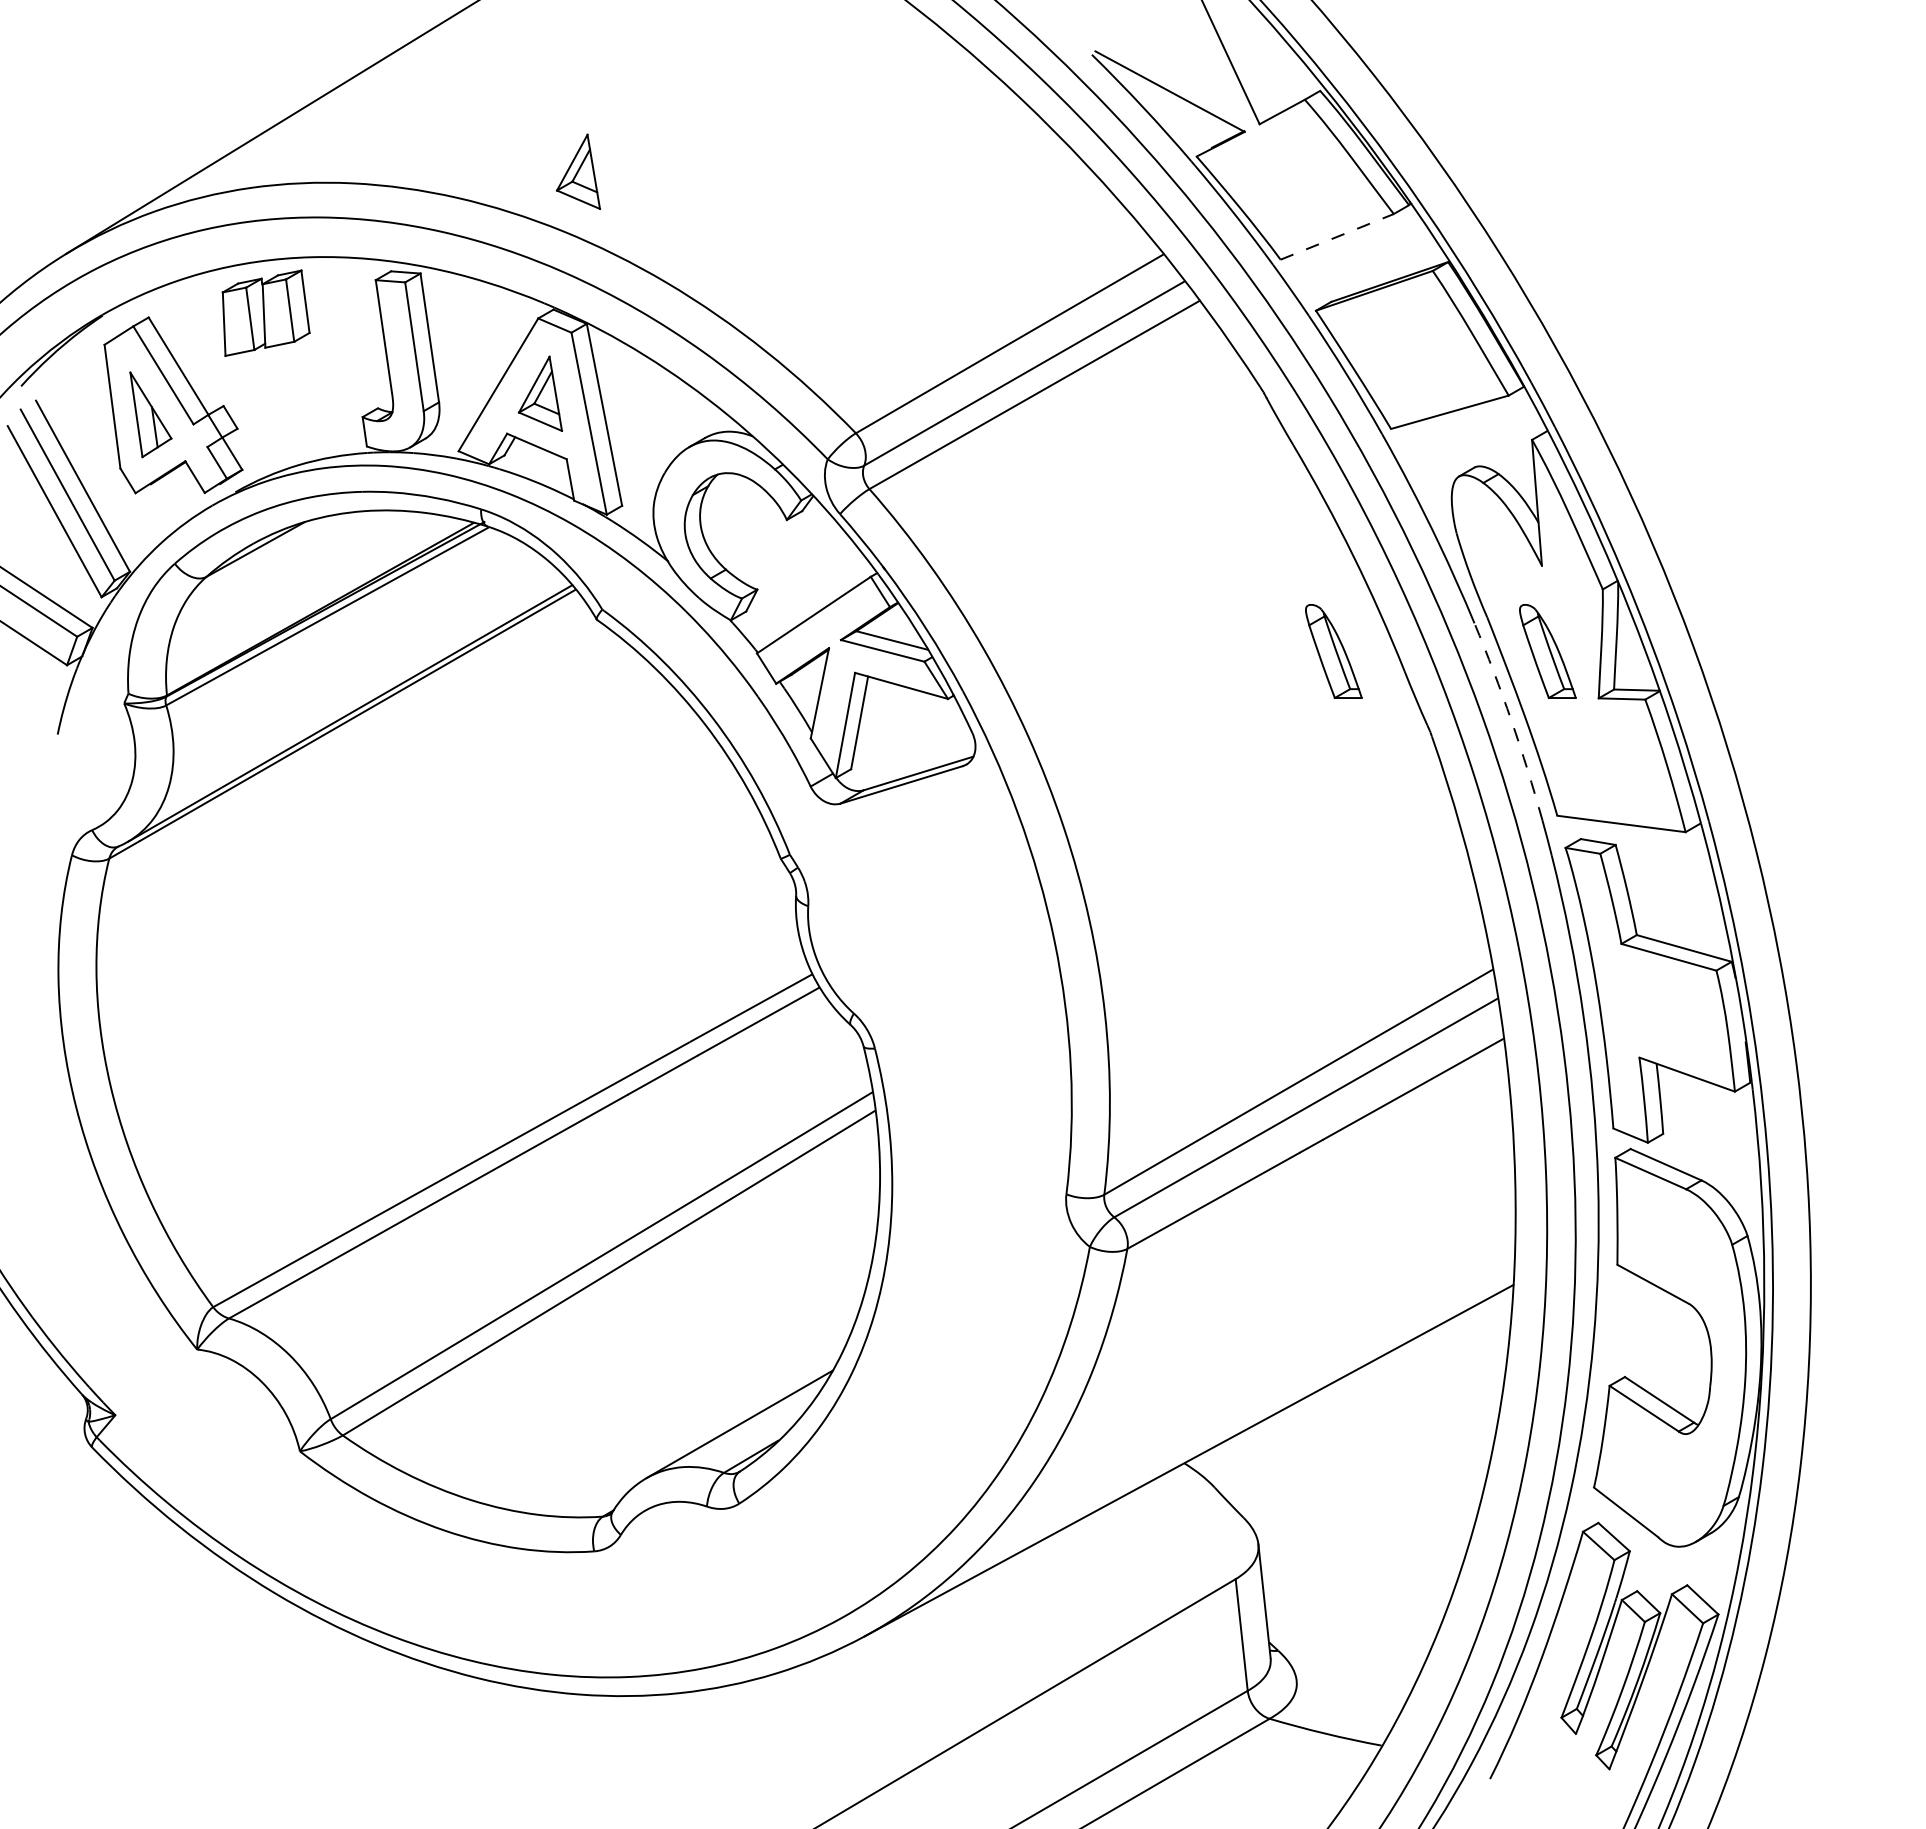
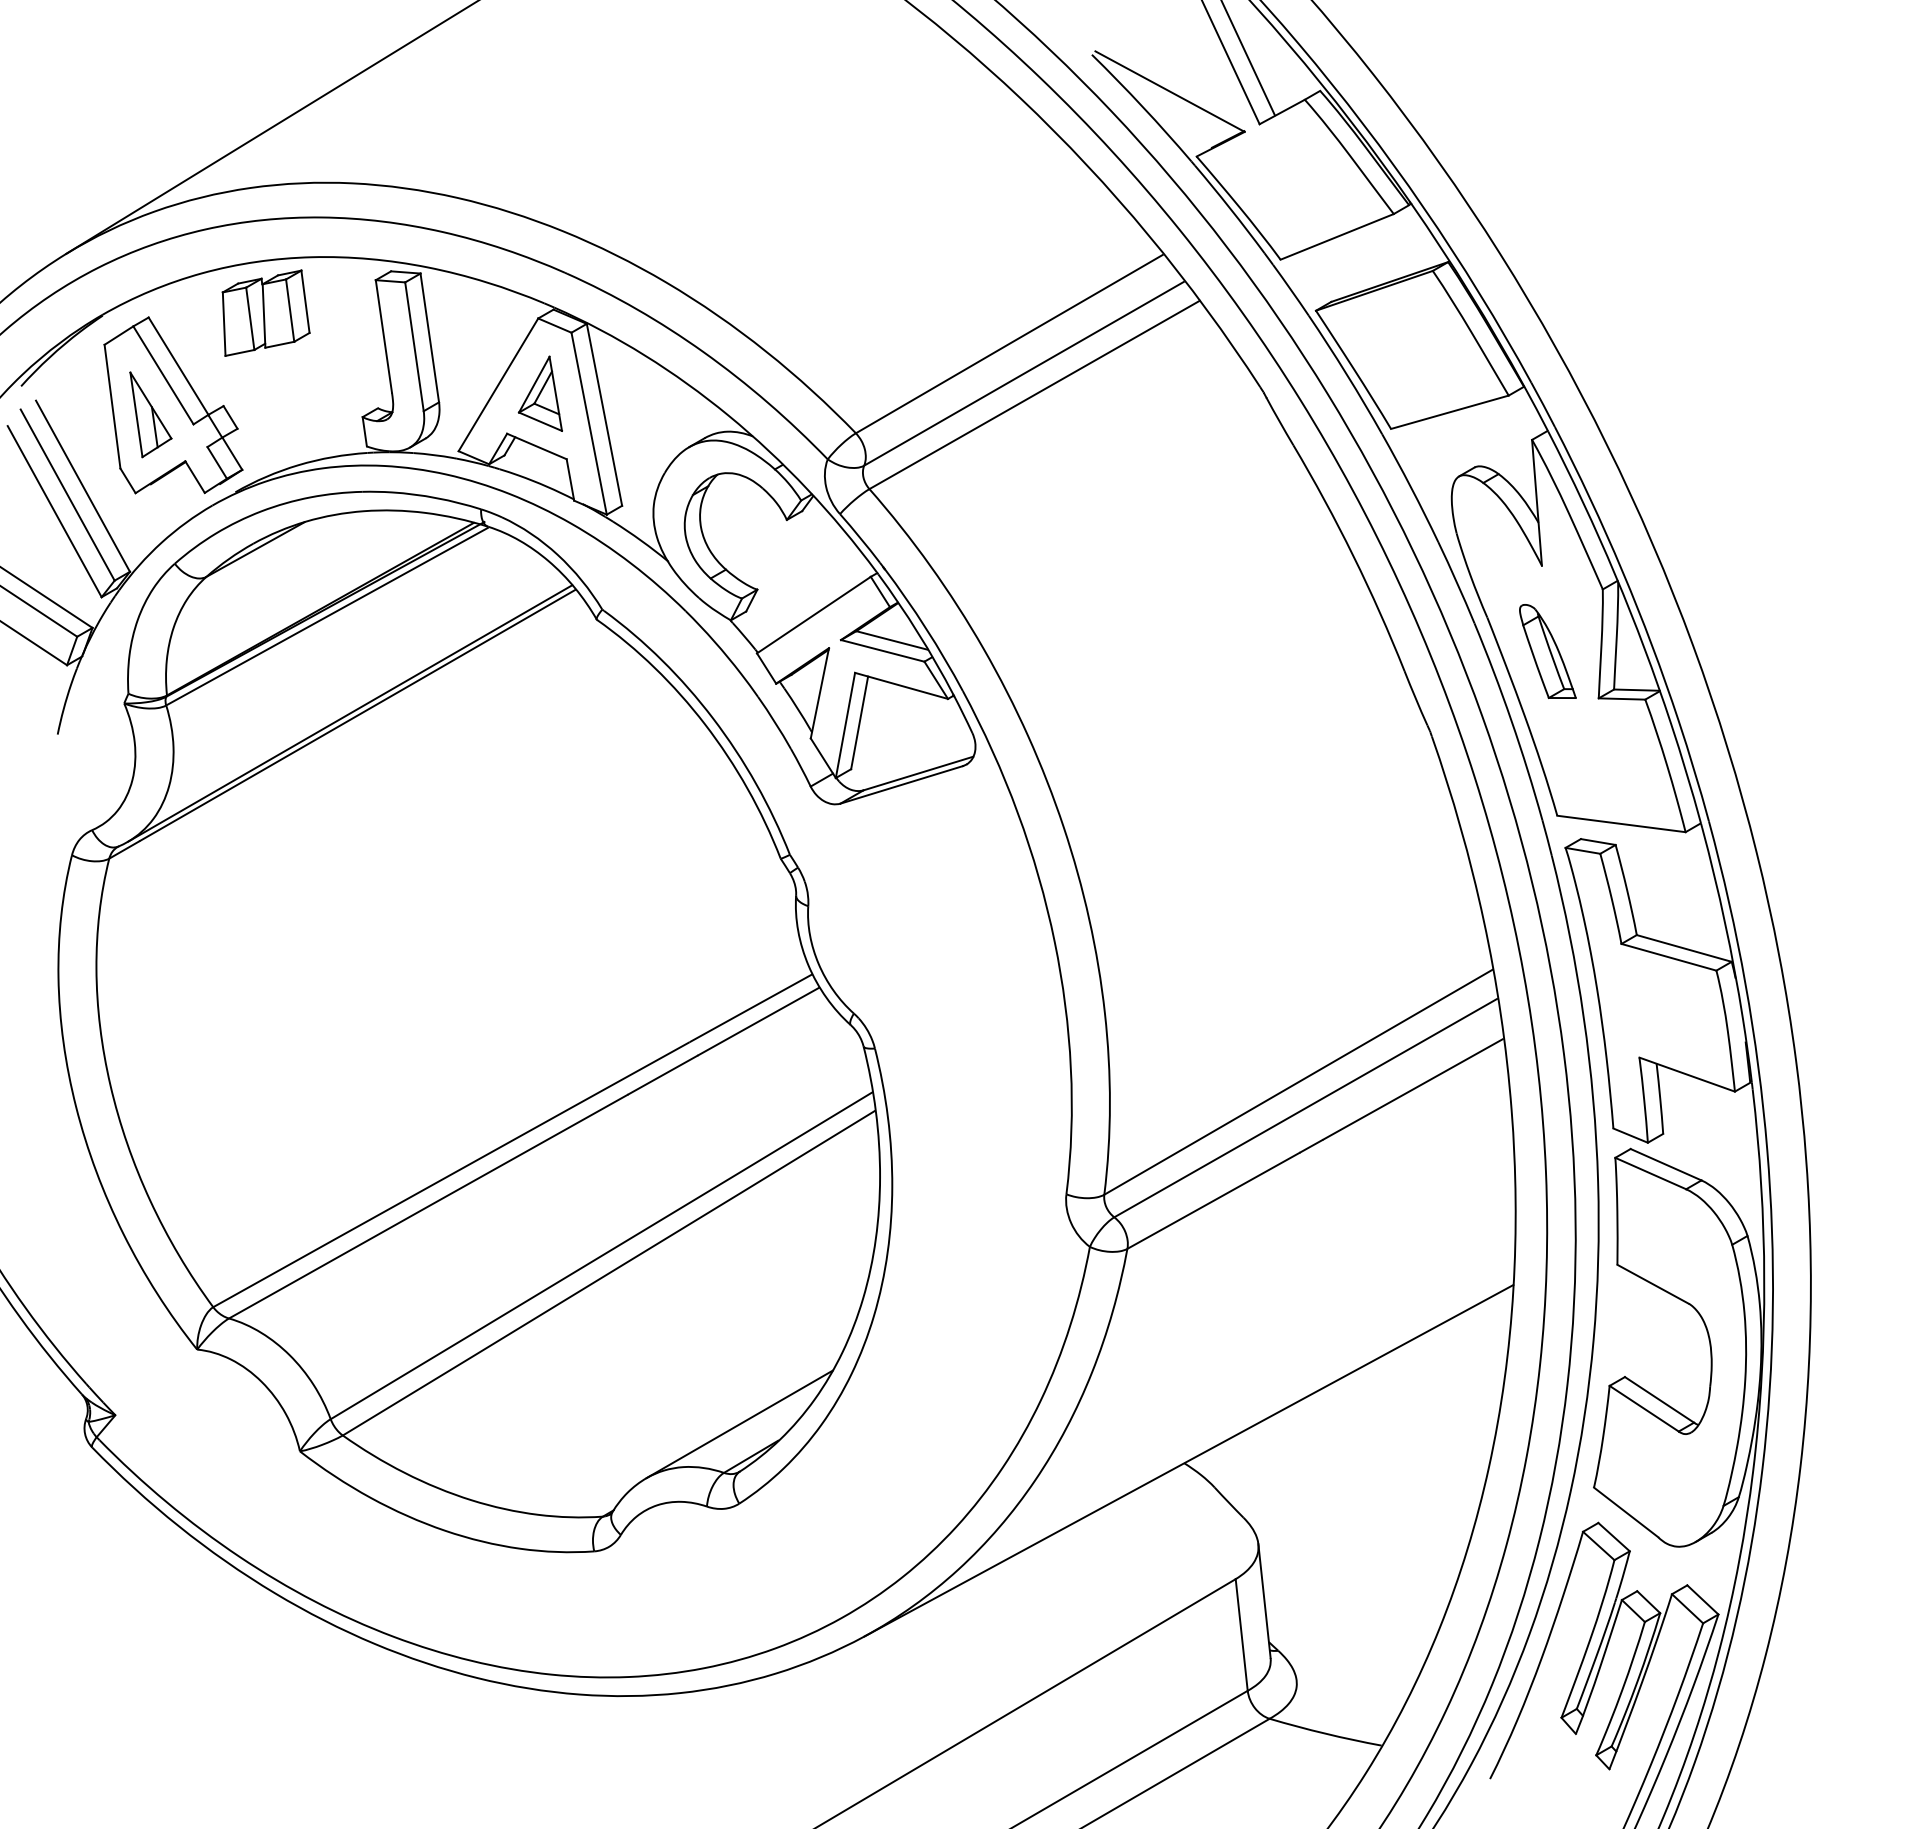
line at (1248, 58): none -> present
part at (577, 171): present -> none
line at (1337, 236): dashed -> solid
part at (1333, 651): present -> none
arc at (1511, 720): dashed -> solid
